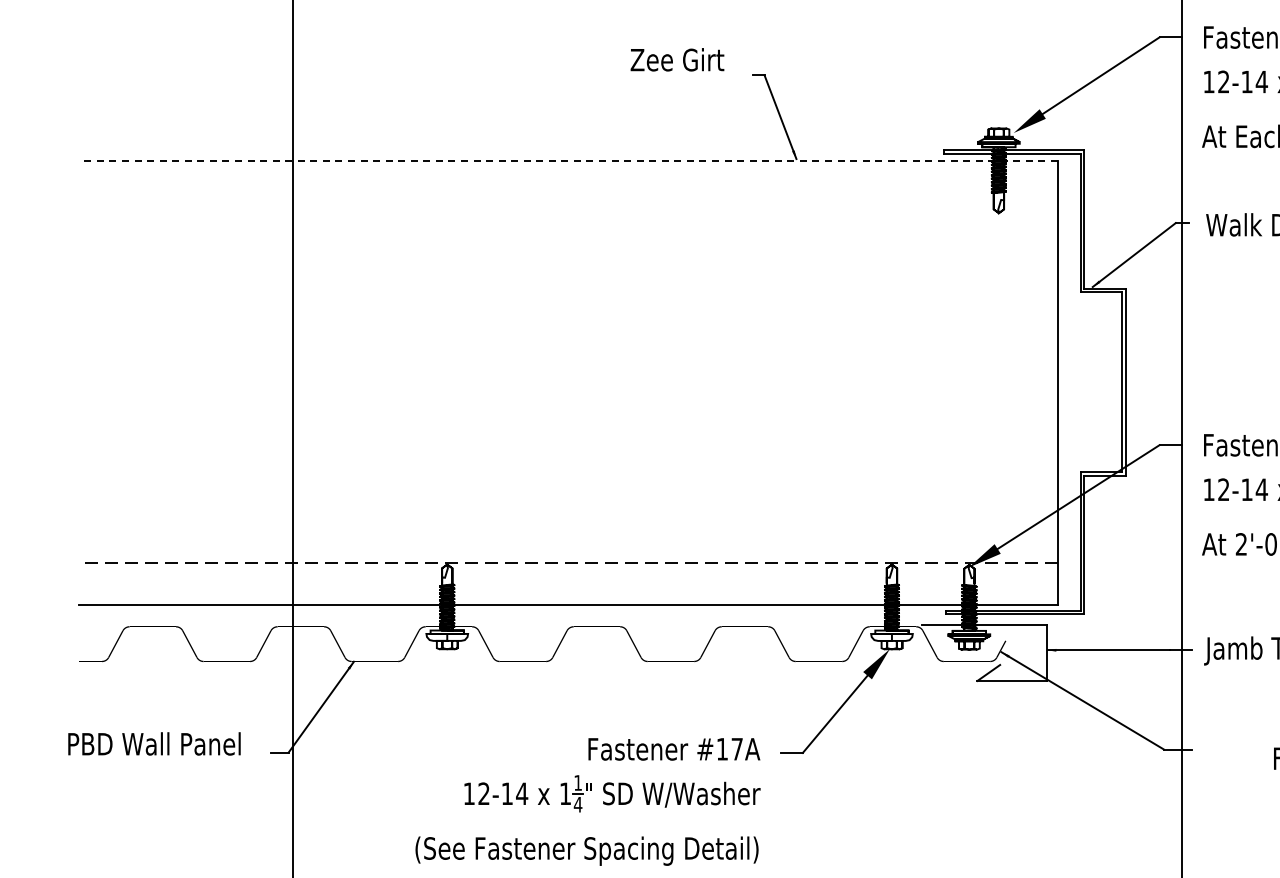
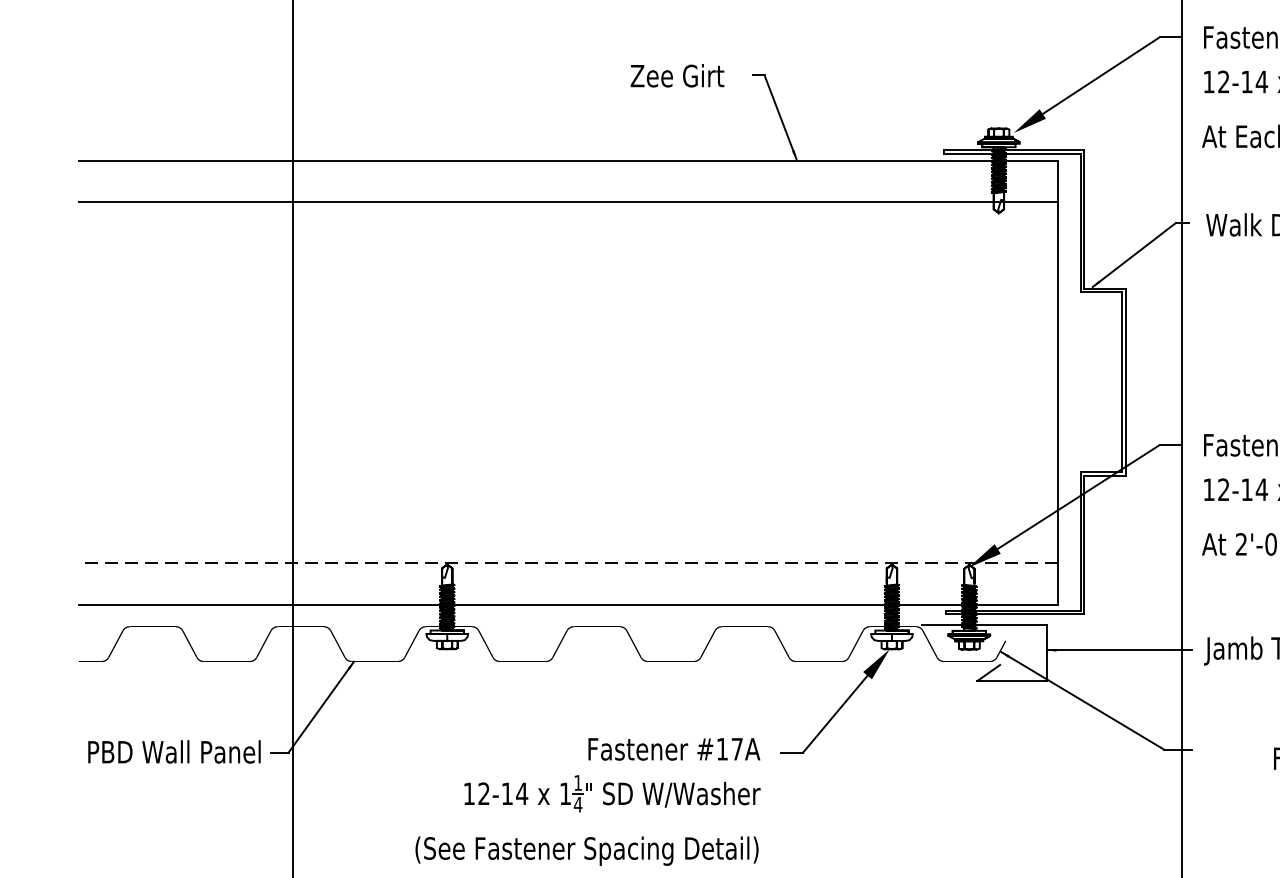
text at (677, 59) position: (677, 59) -> (677, 75)
line at (568, 160): dashed -> solid
line at (567, 202): none -> present
text at (154, 743) position: (154, 743) -> (174, 751)
